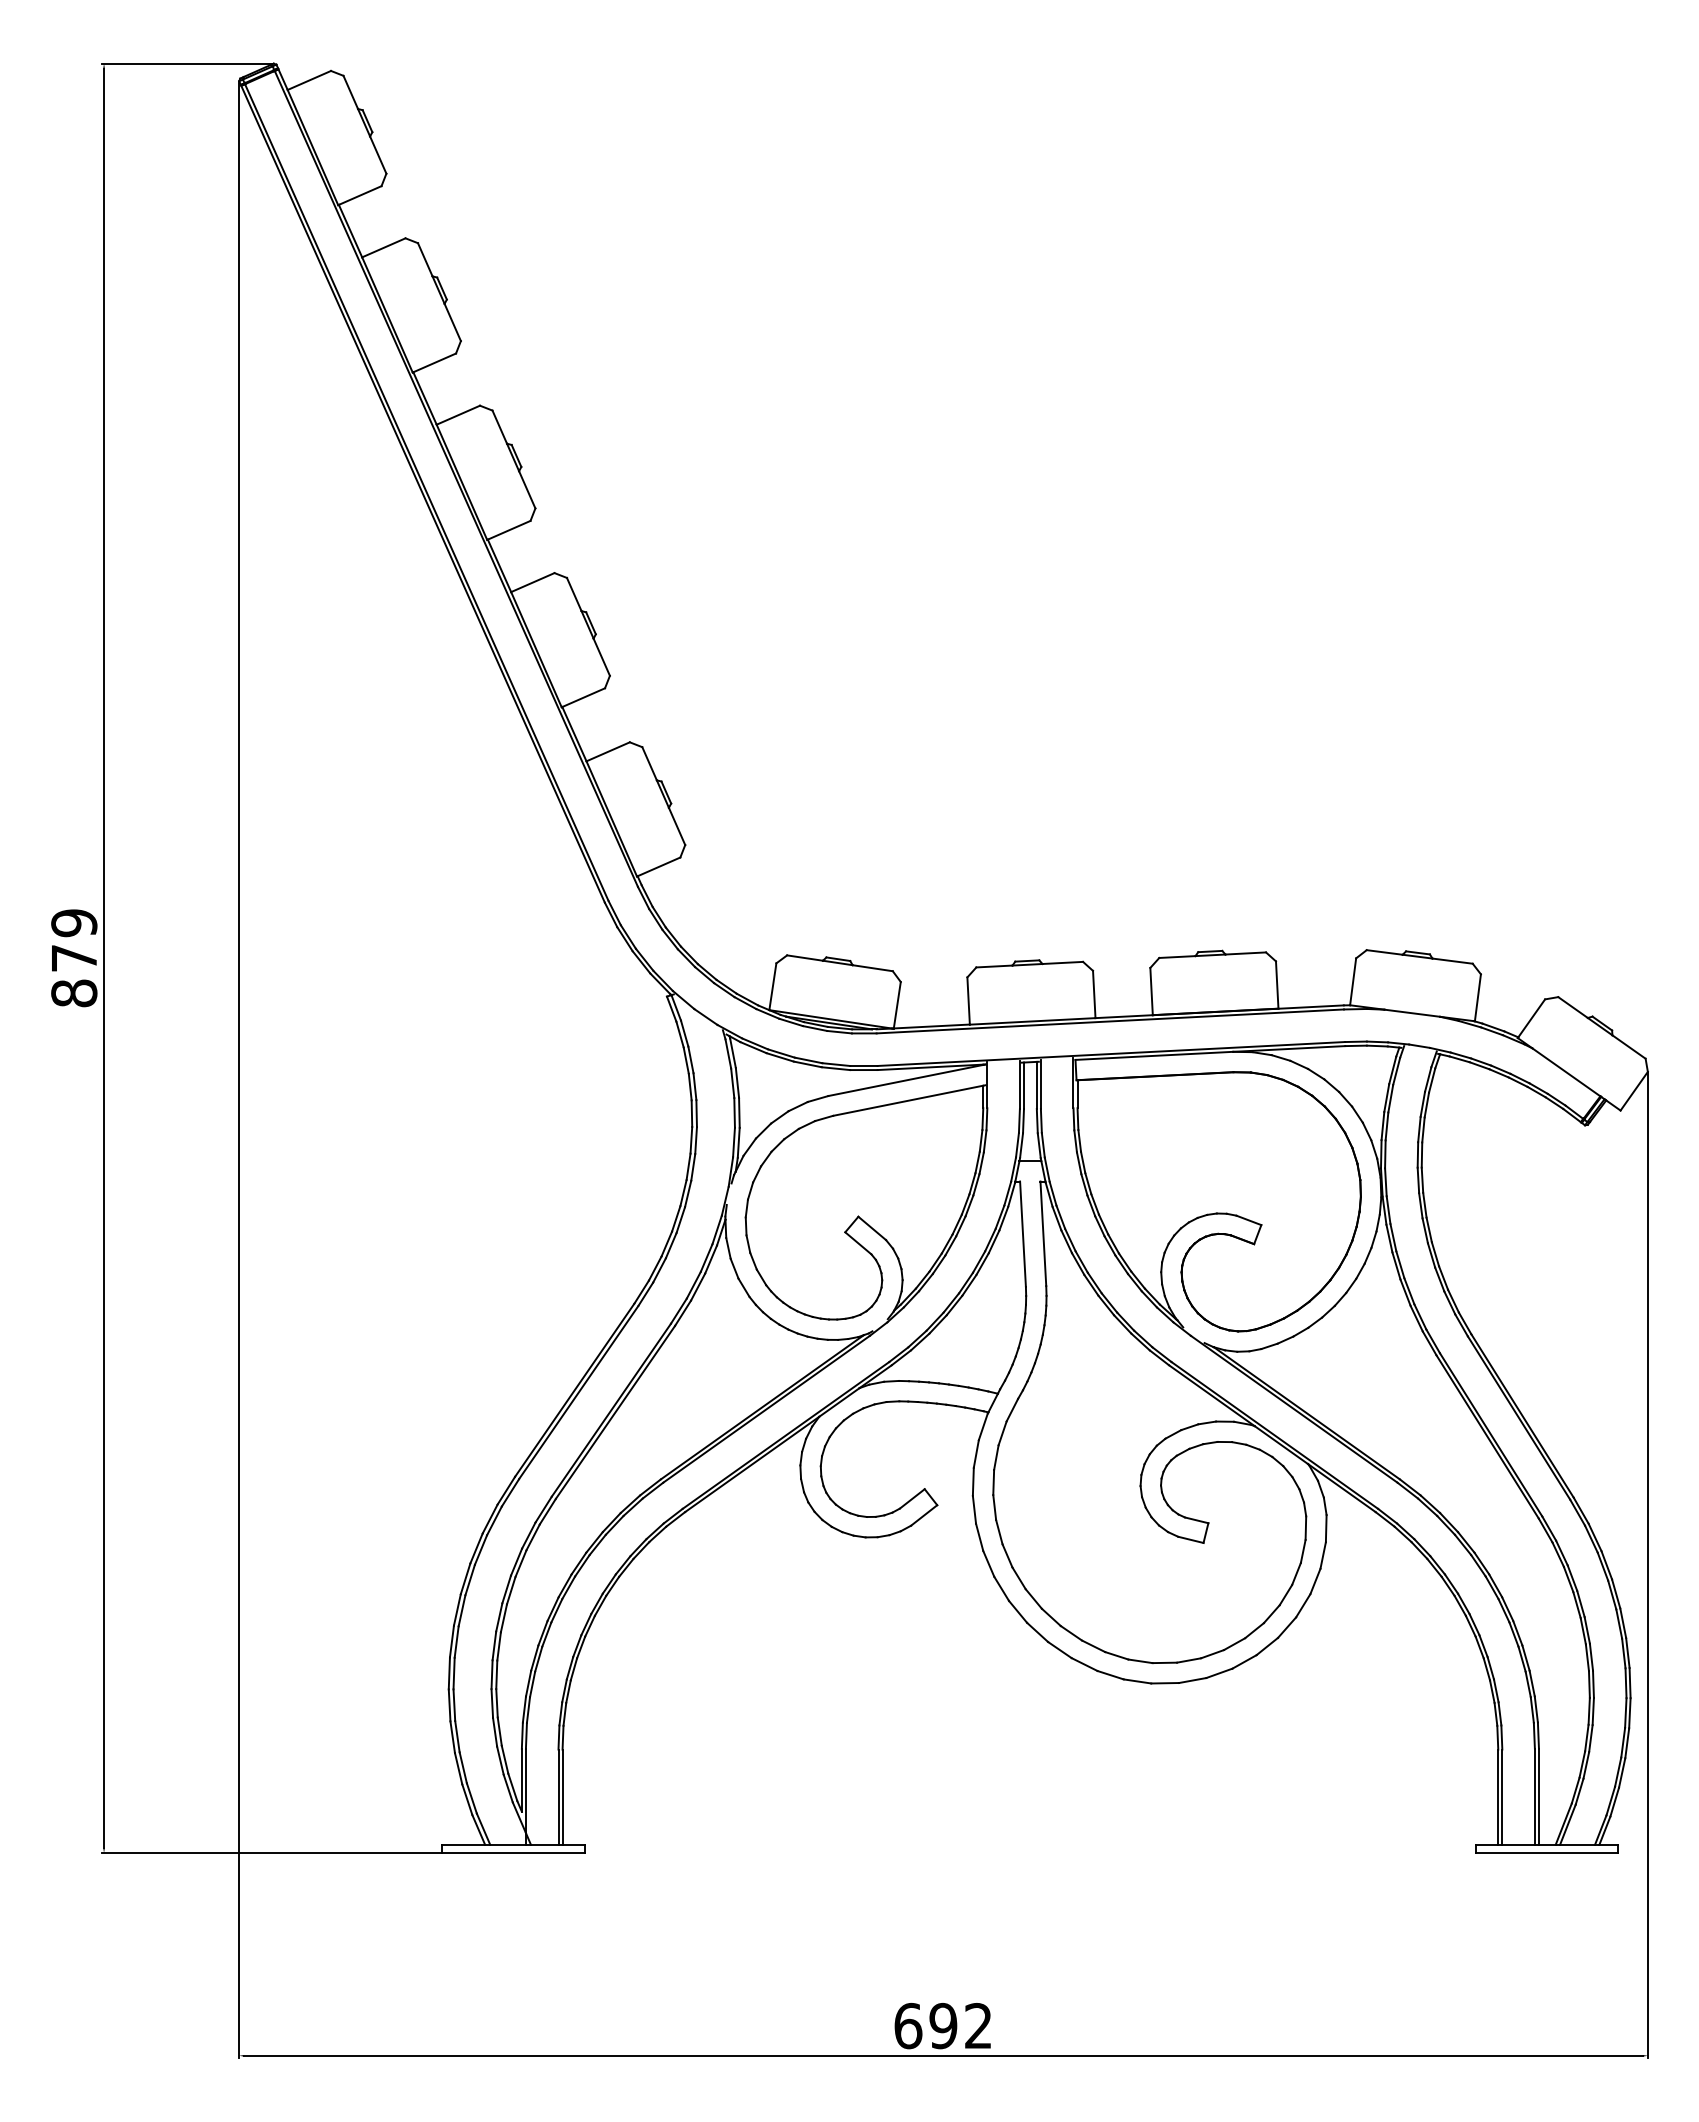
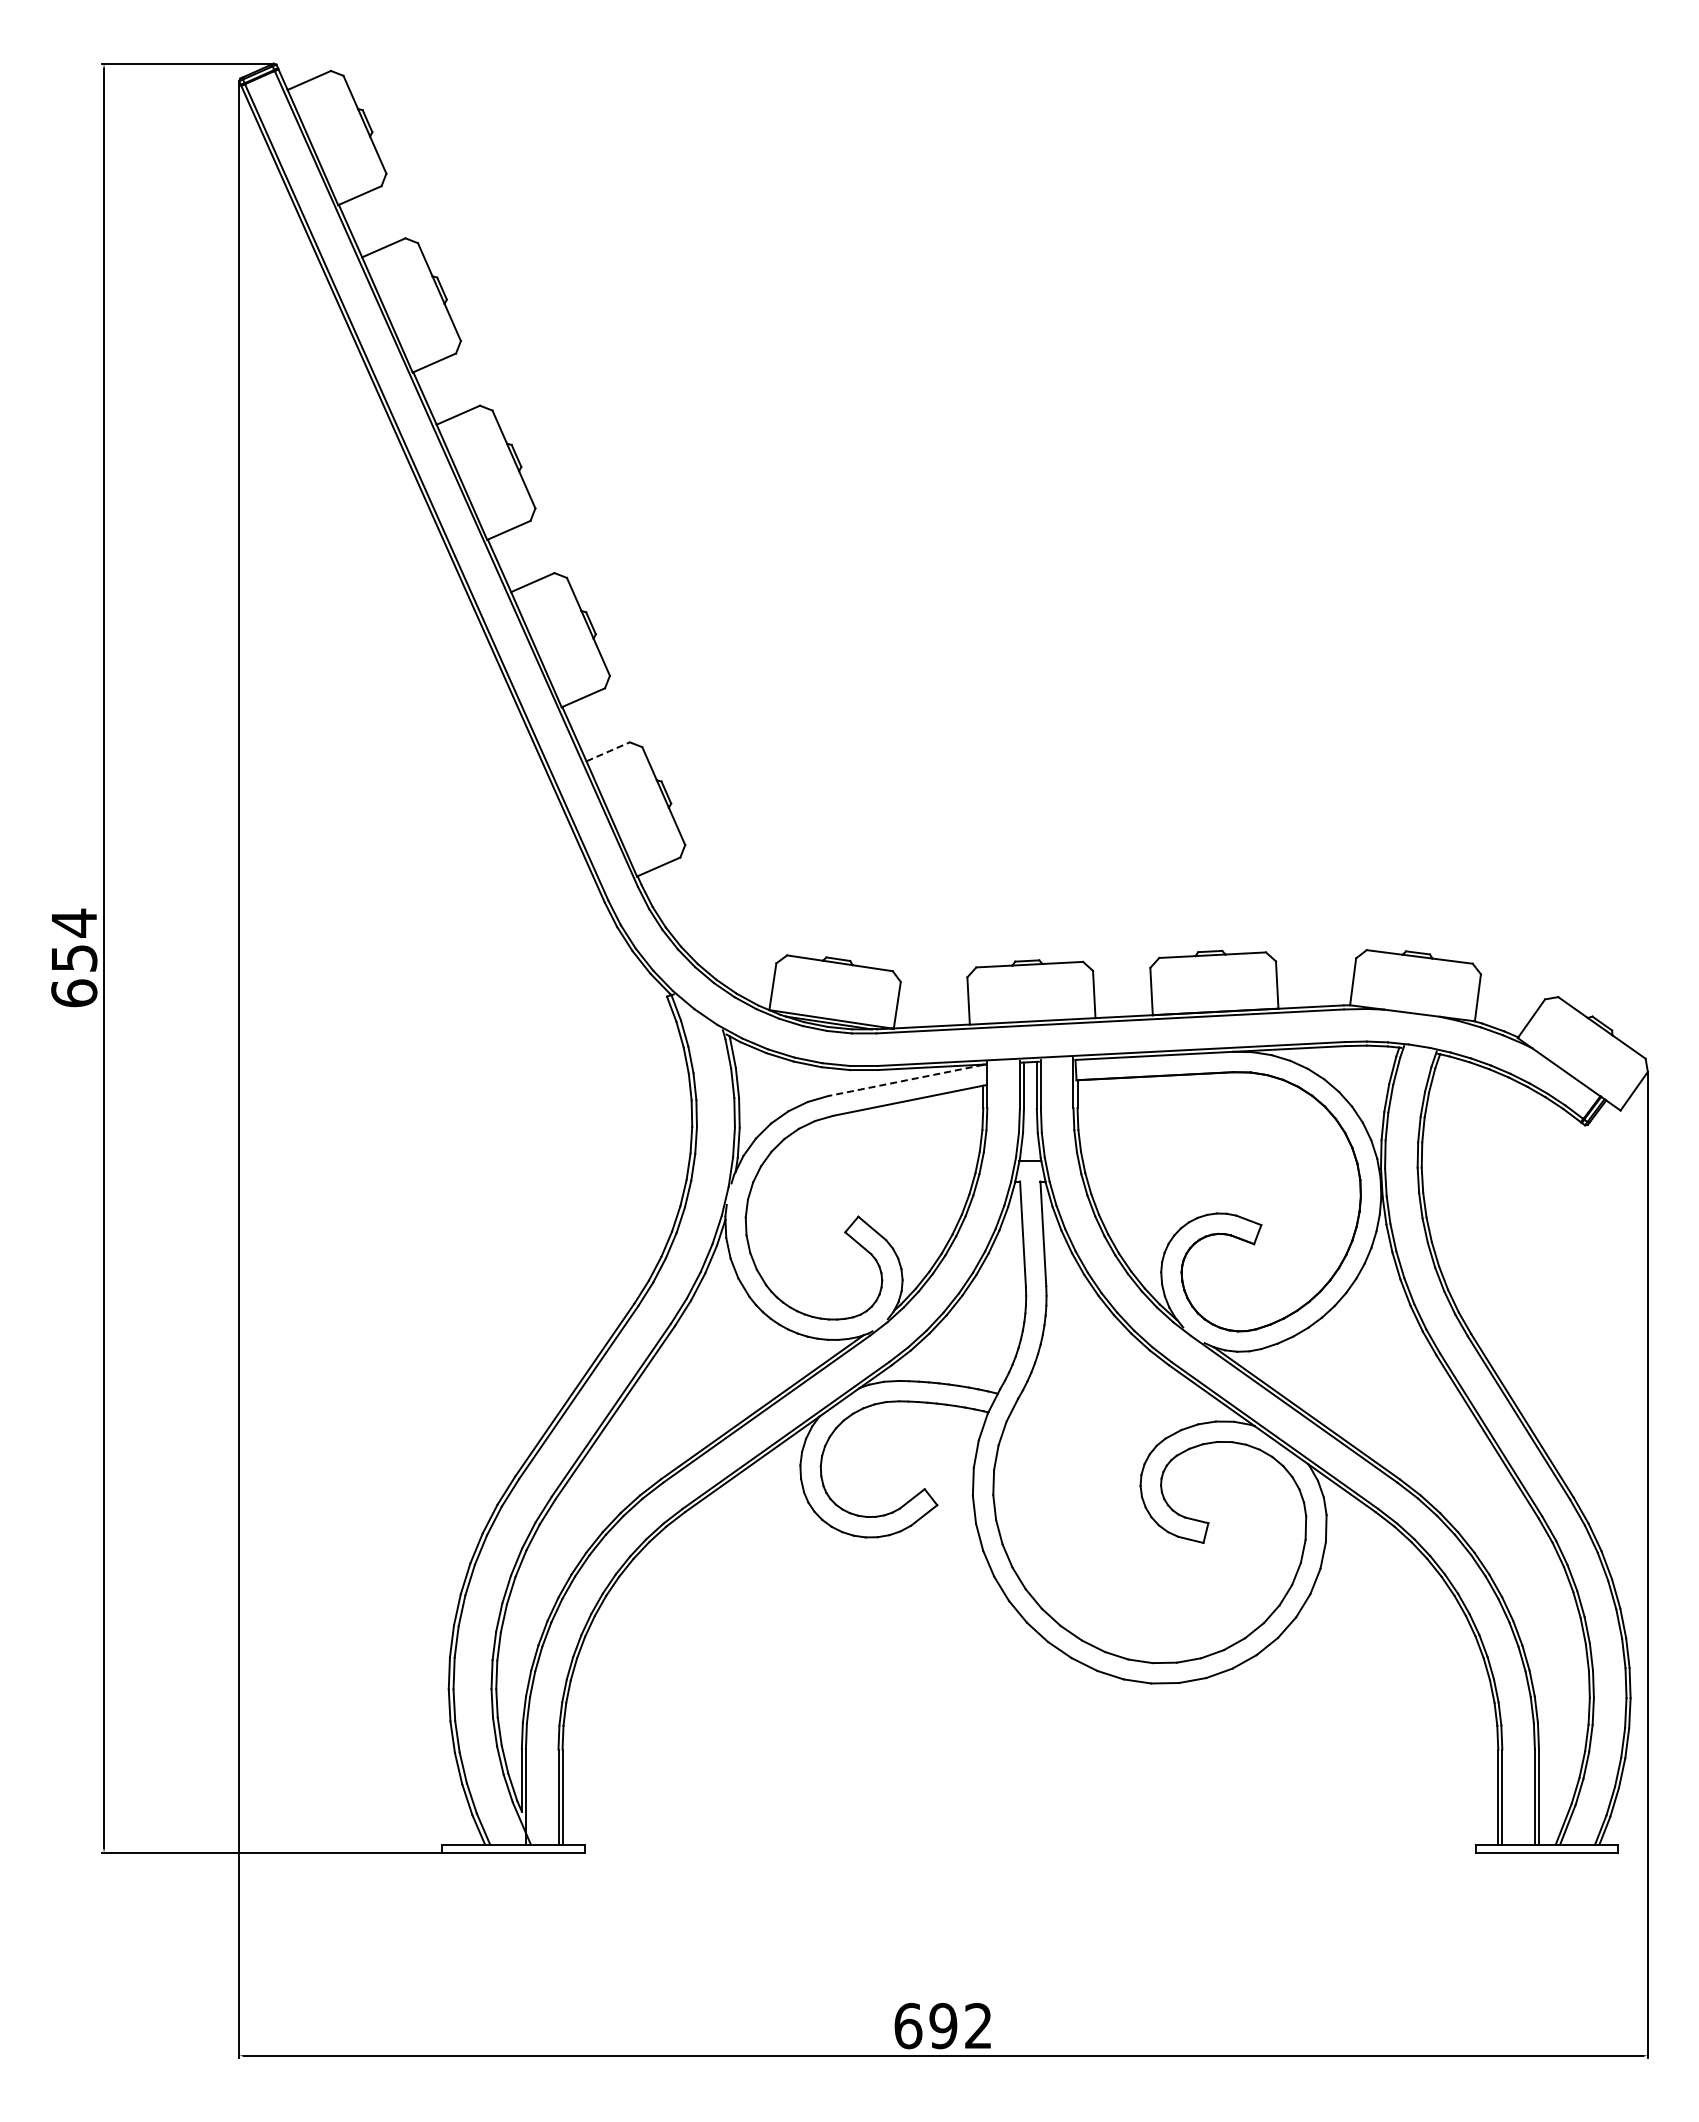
line at (608, 751): solid -> dashed
text at (74, 957): 879 -> 654
line at (905, 1080): solid -> dashed
